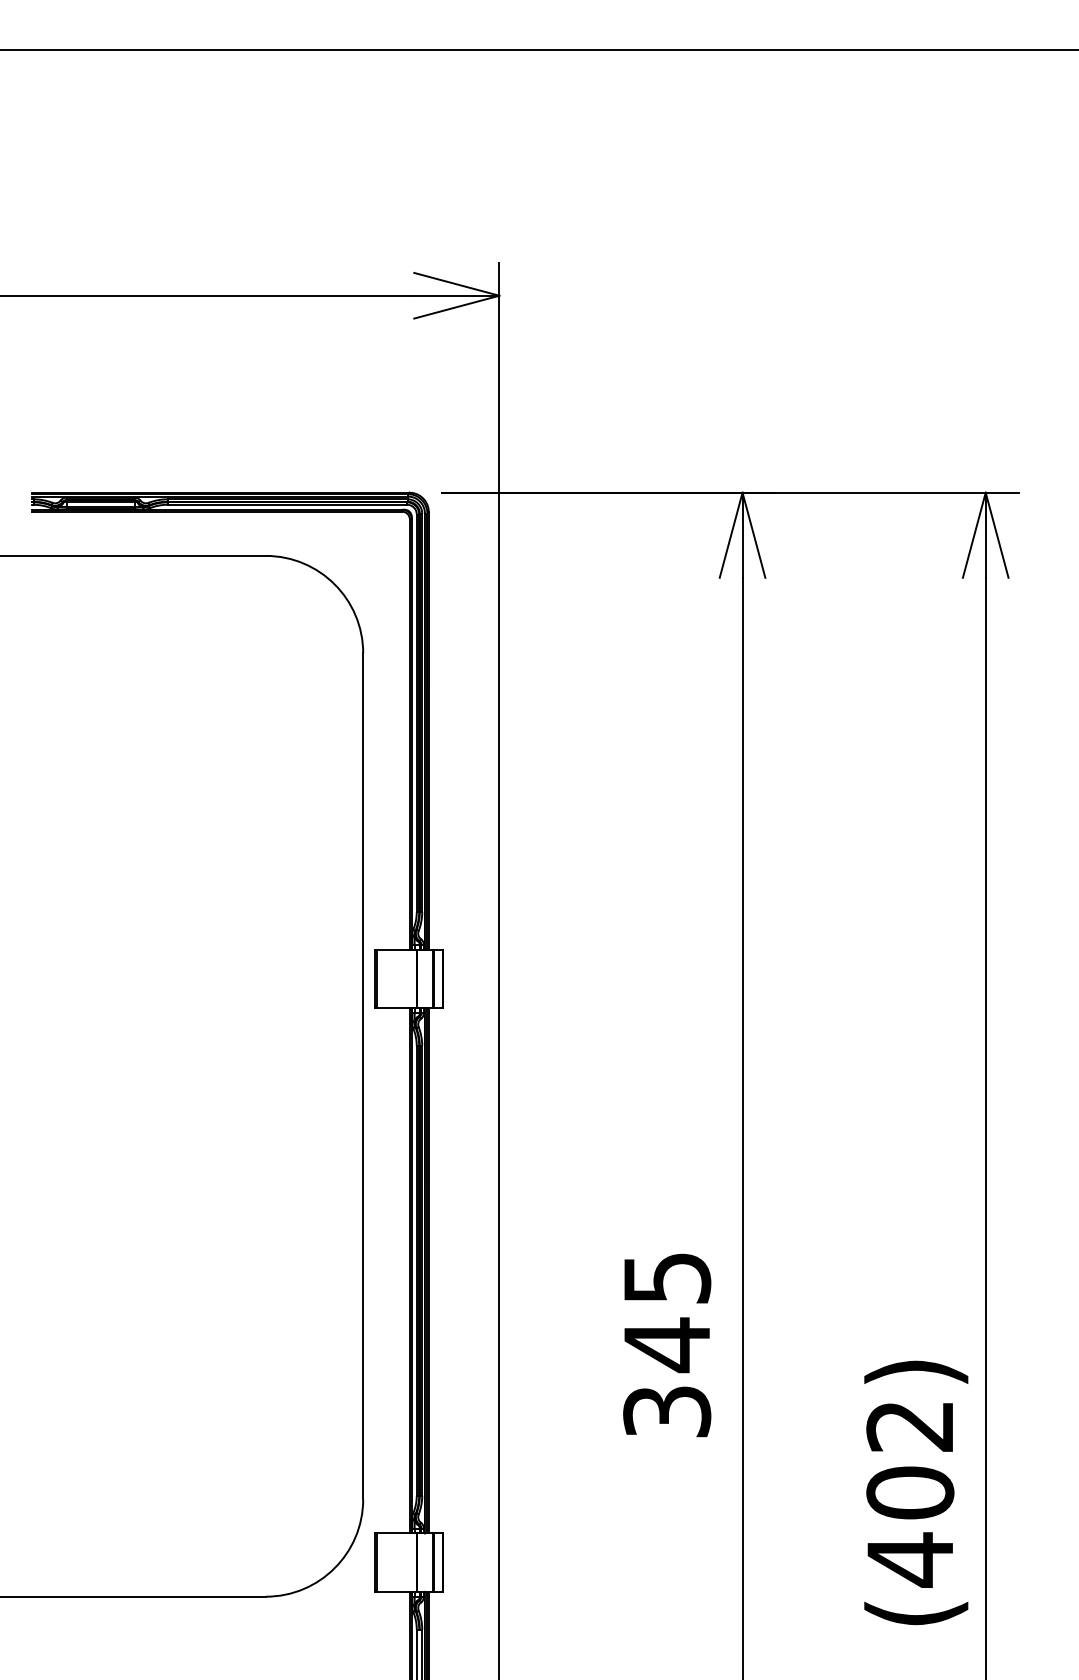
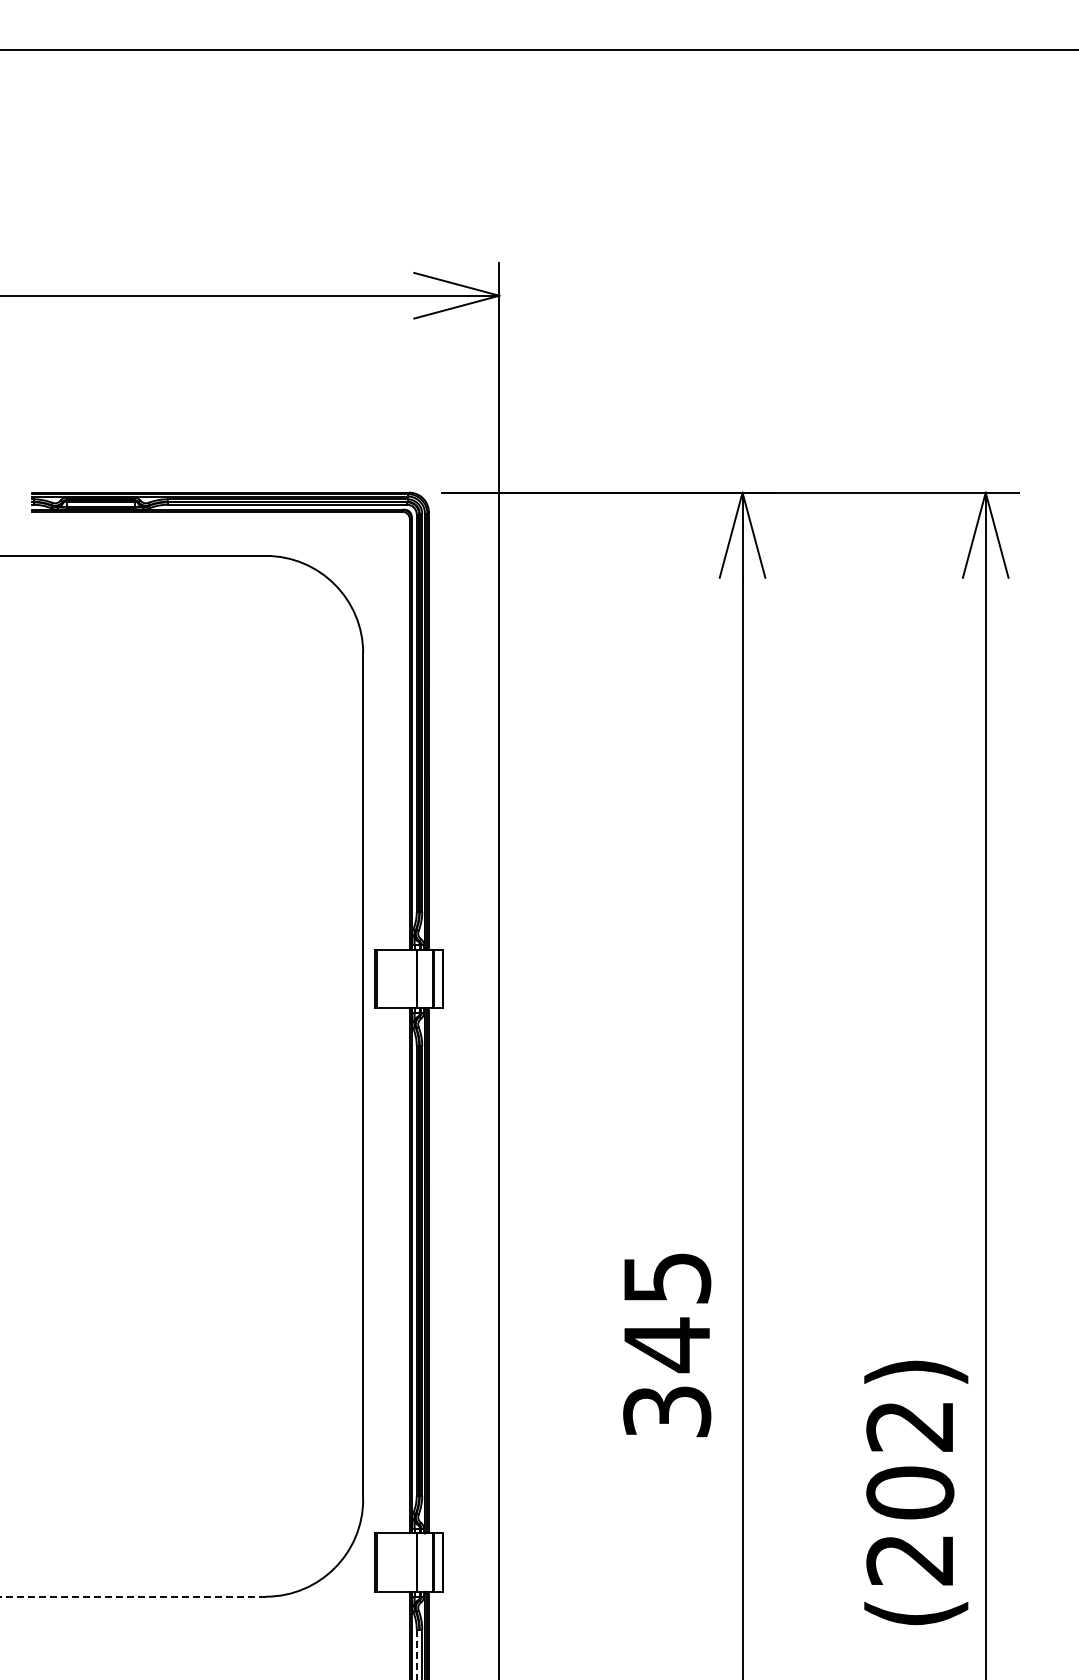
text at (909, 1559): (402) -> (202)
line at (132, 1596): solid -> dashed
line at (416, 1654): solid -> dashed
